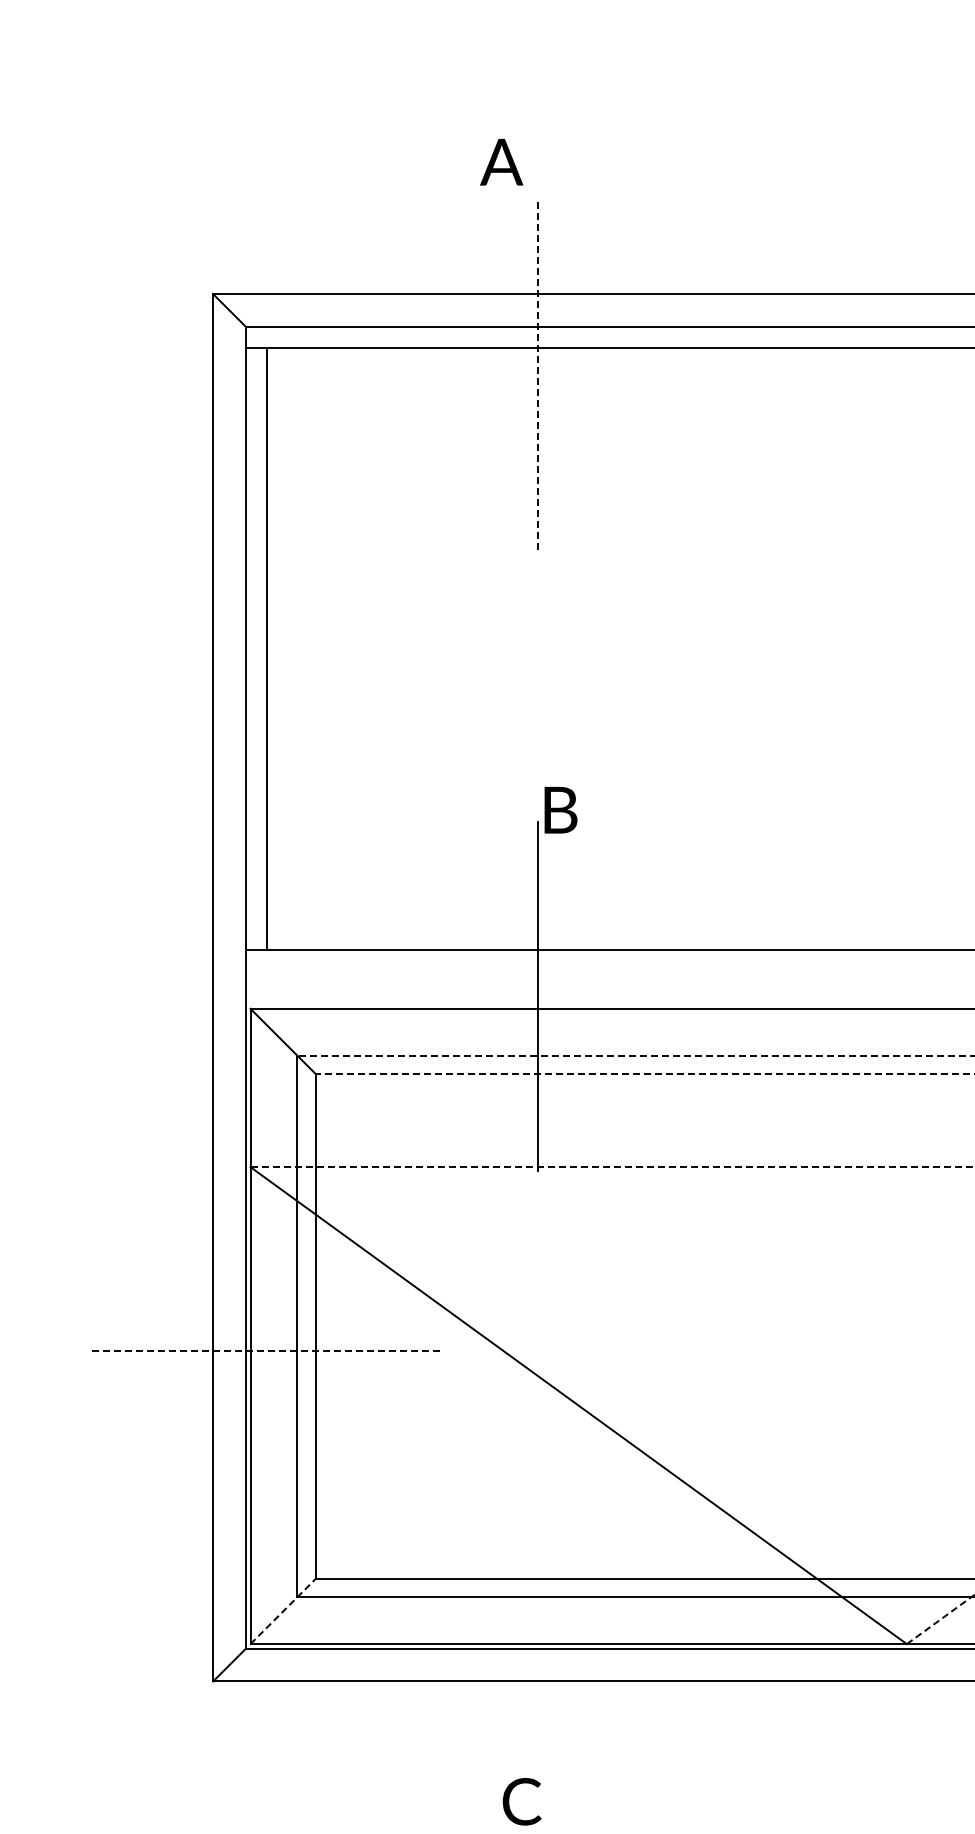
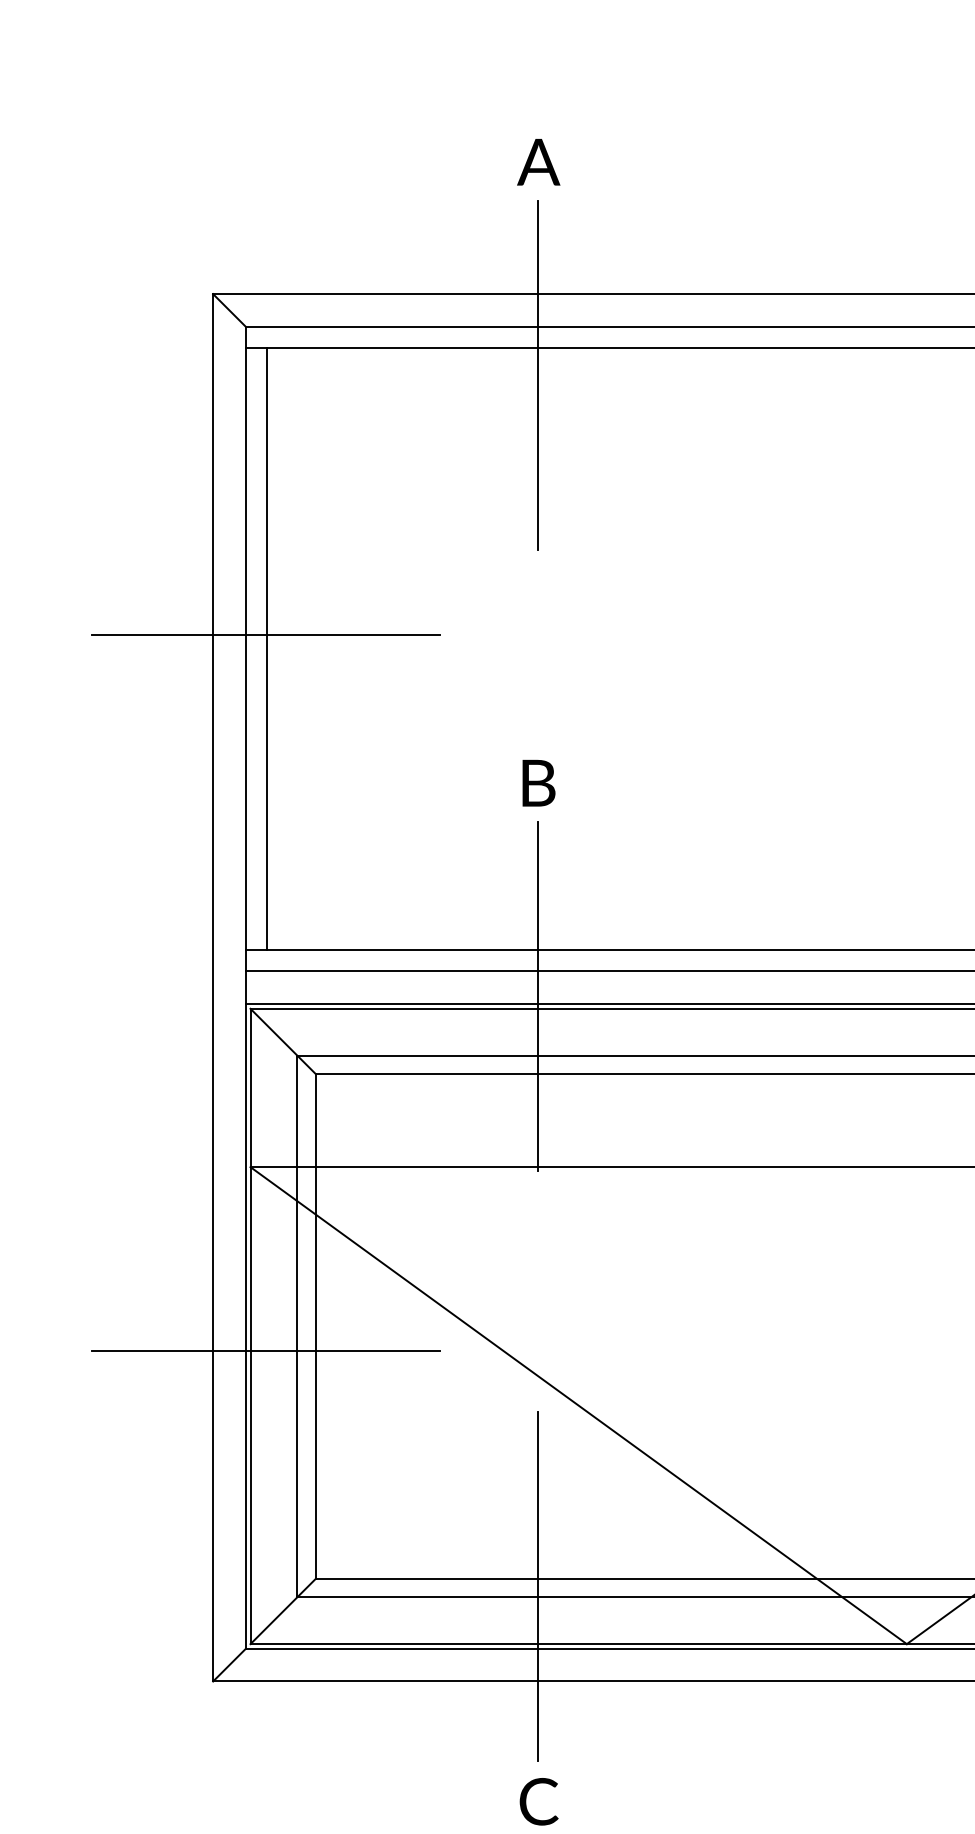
text at (501, 162) position: (501, 162) -> (538, 162)
line at (537, 374): dashed -> solid
line at (265, 634): none -> present
text at (560, 809) position: (560, 809) -> (538, 782)
line at (608, 971): none -> present
line at (608, 1004): none -> present
line at (636, 1055): dashed -> solid
line at (644, 1074): dashed -> solid
line at (612, 1167): dashed -> solid
line at (266, 1351): dashed -> solid
line at (537, 1586): none -> present
line at (283, 1611): dashed -> solid
line at (940, 1619): dashed -> solid
text at (521, 1801) position: (521, 1801) -> (538, 1801)
